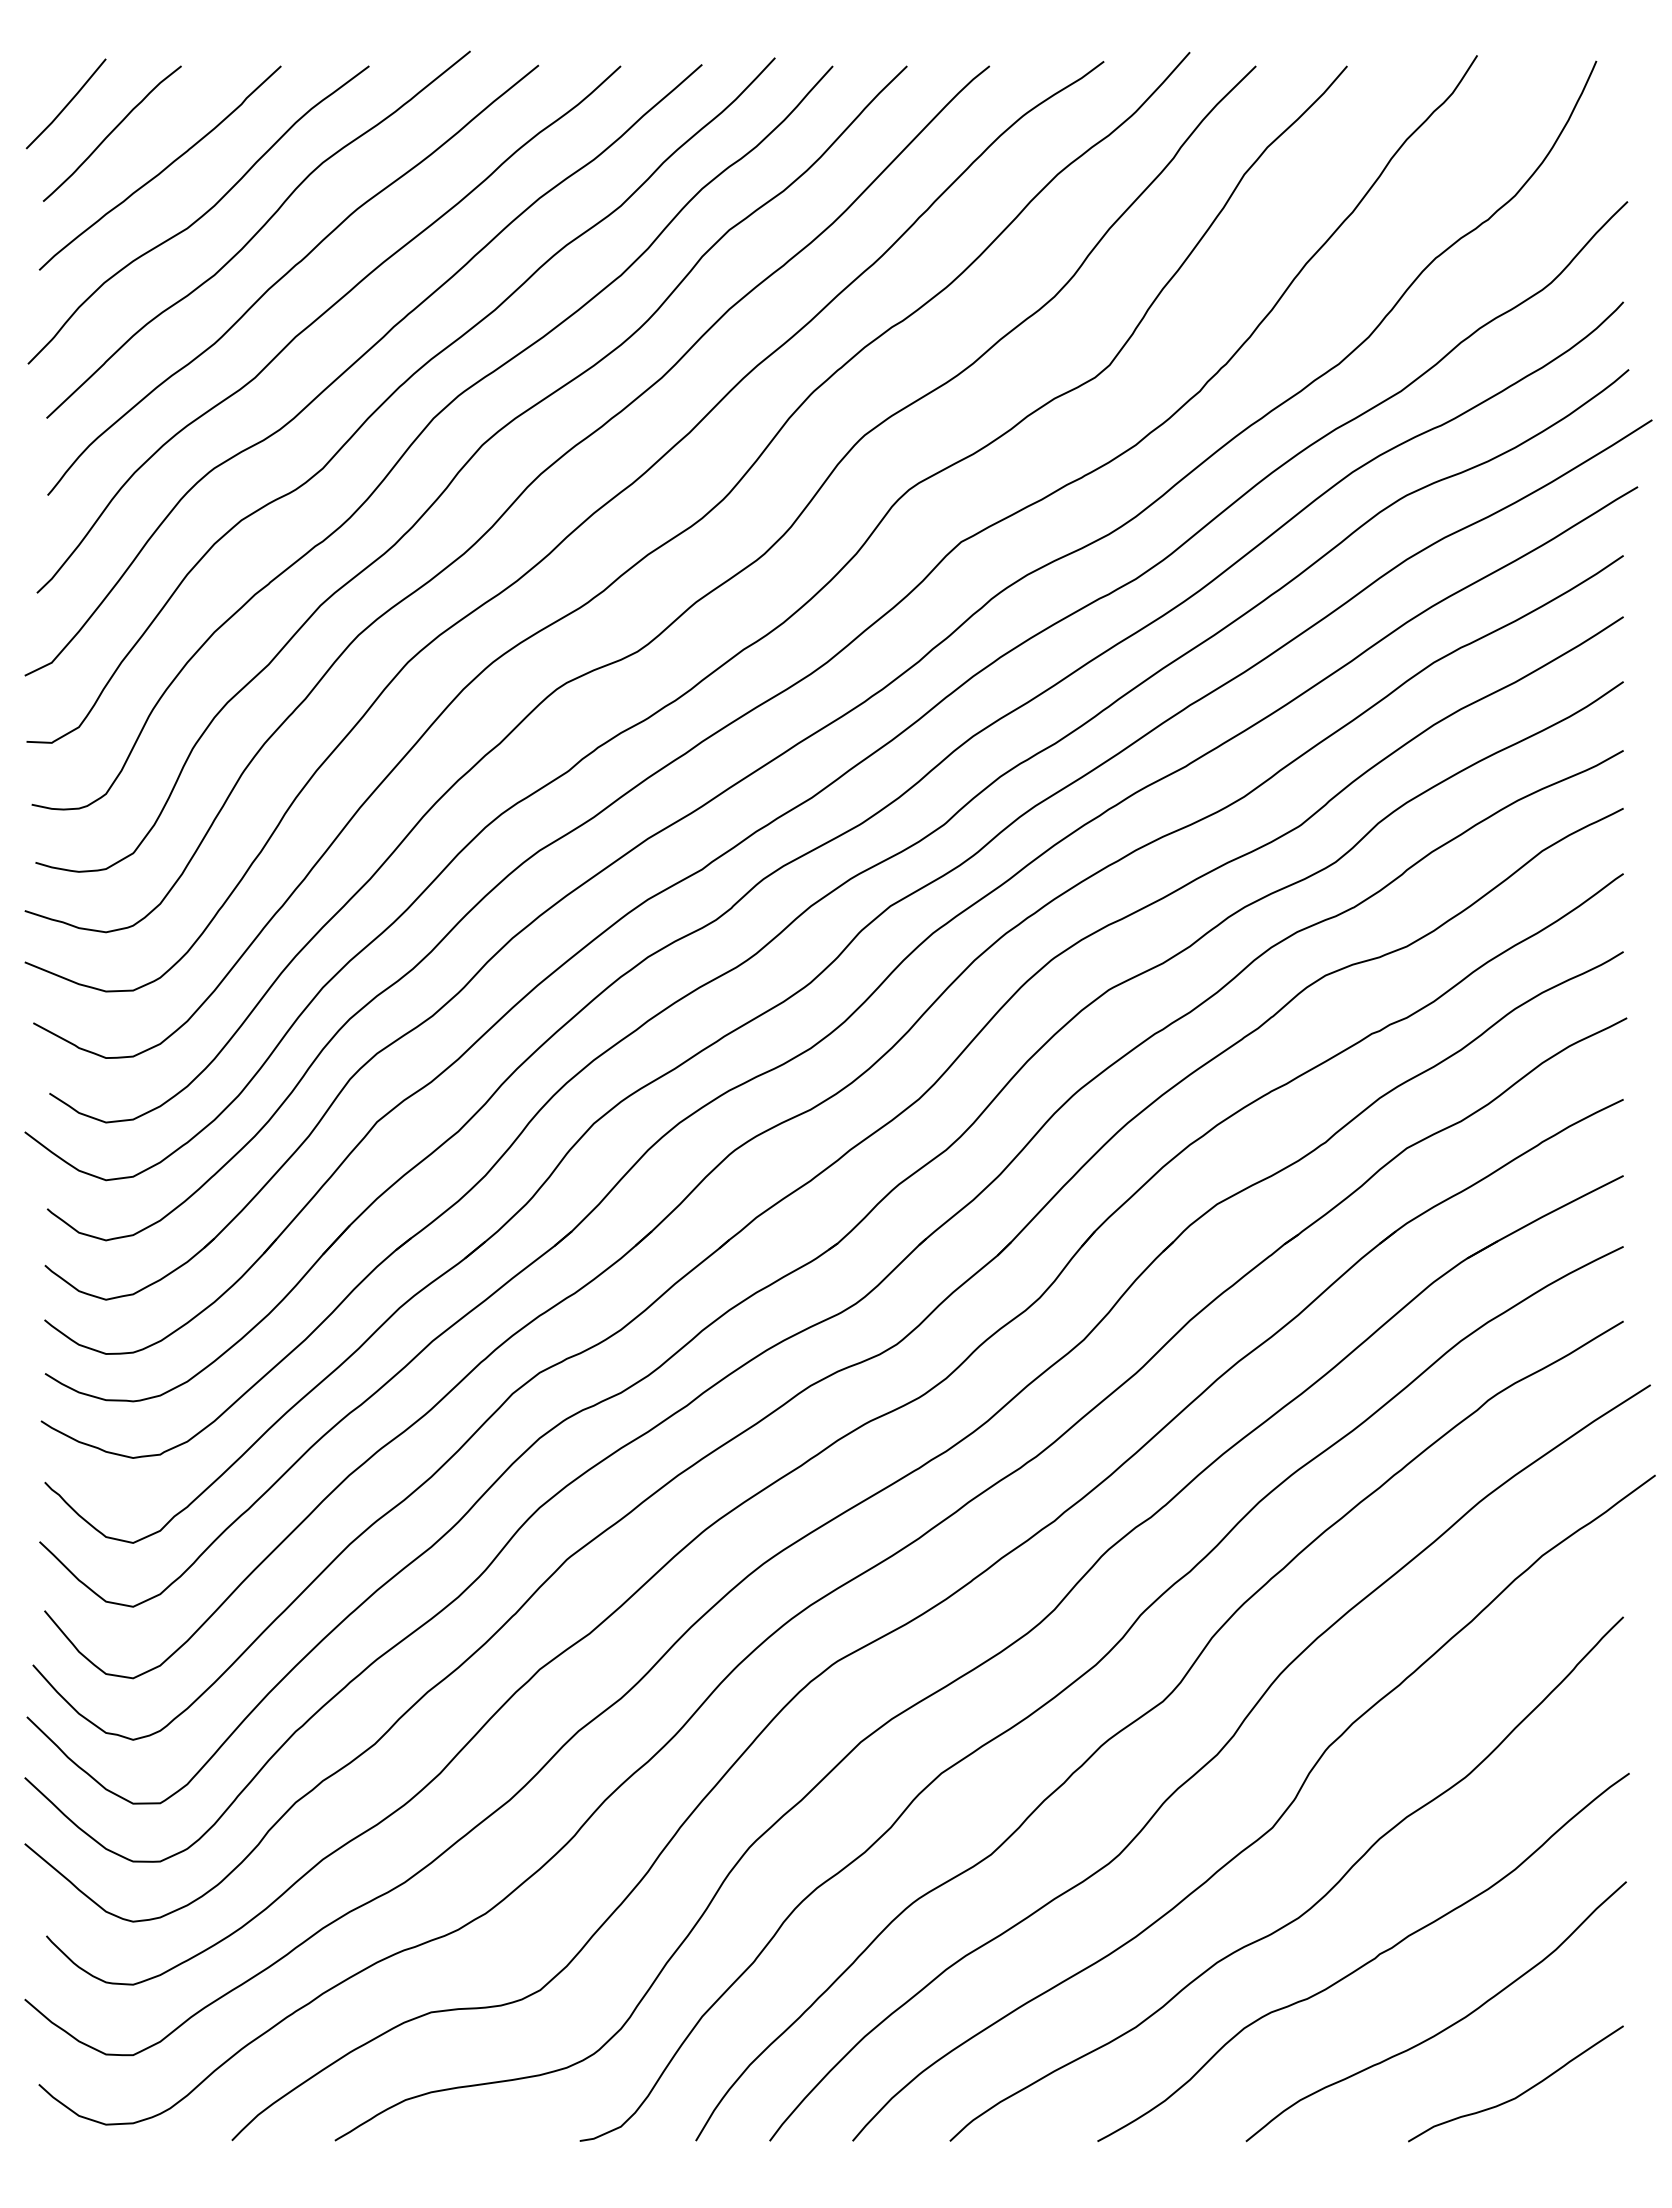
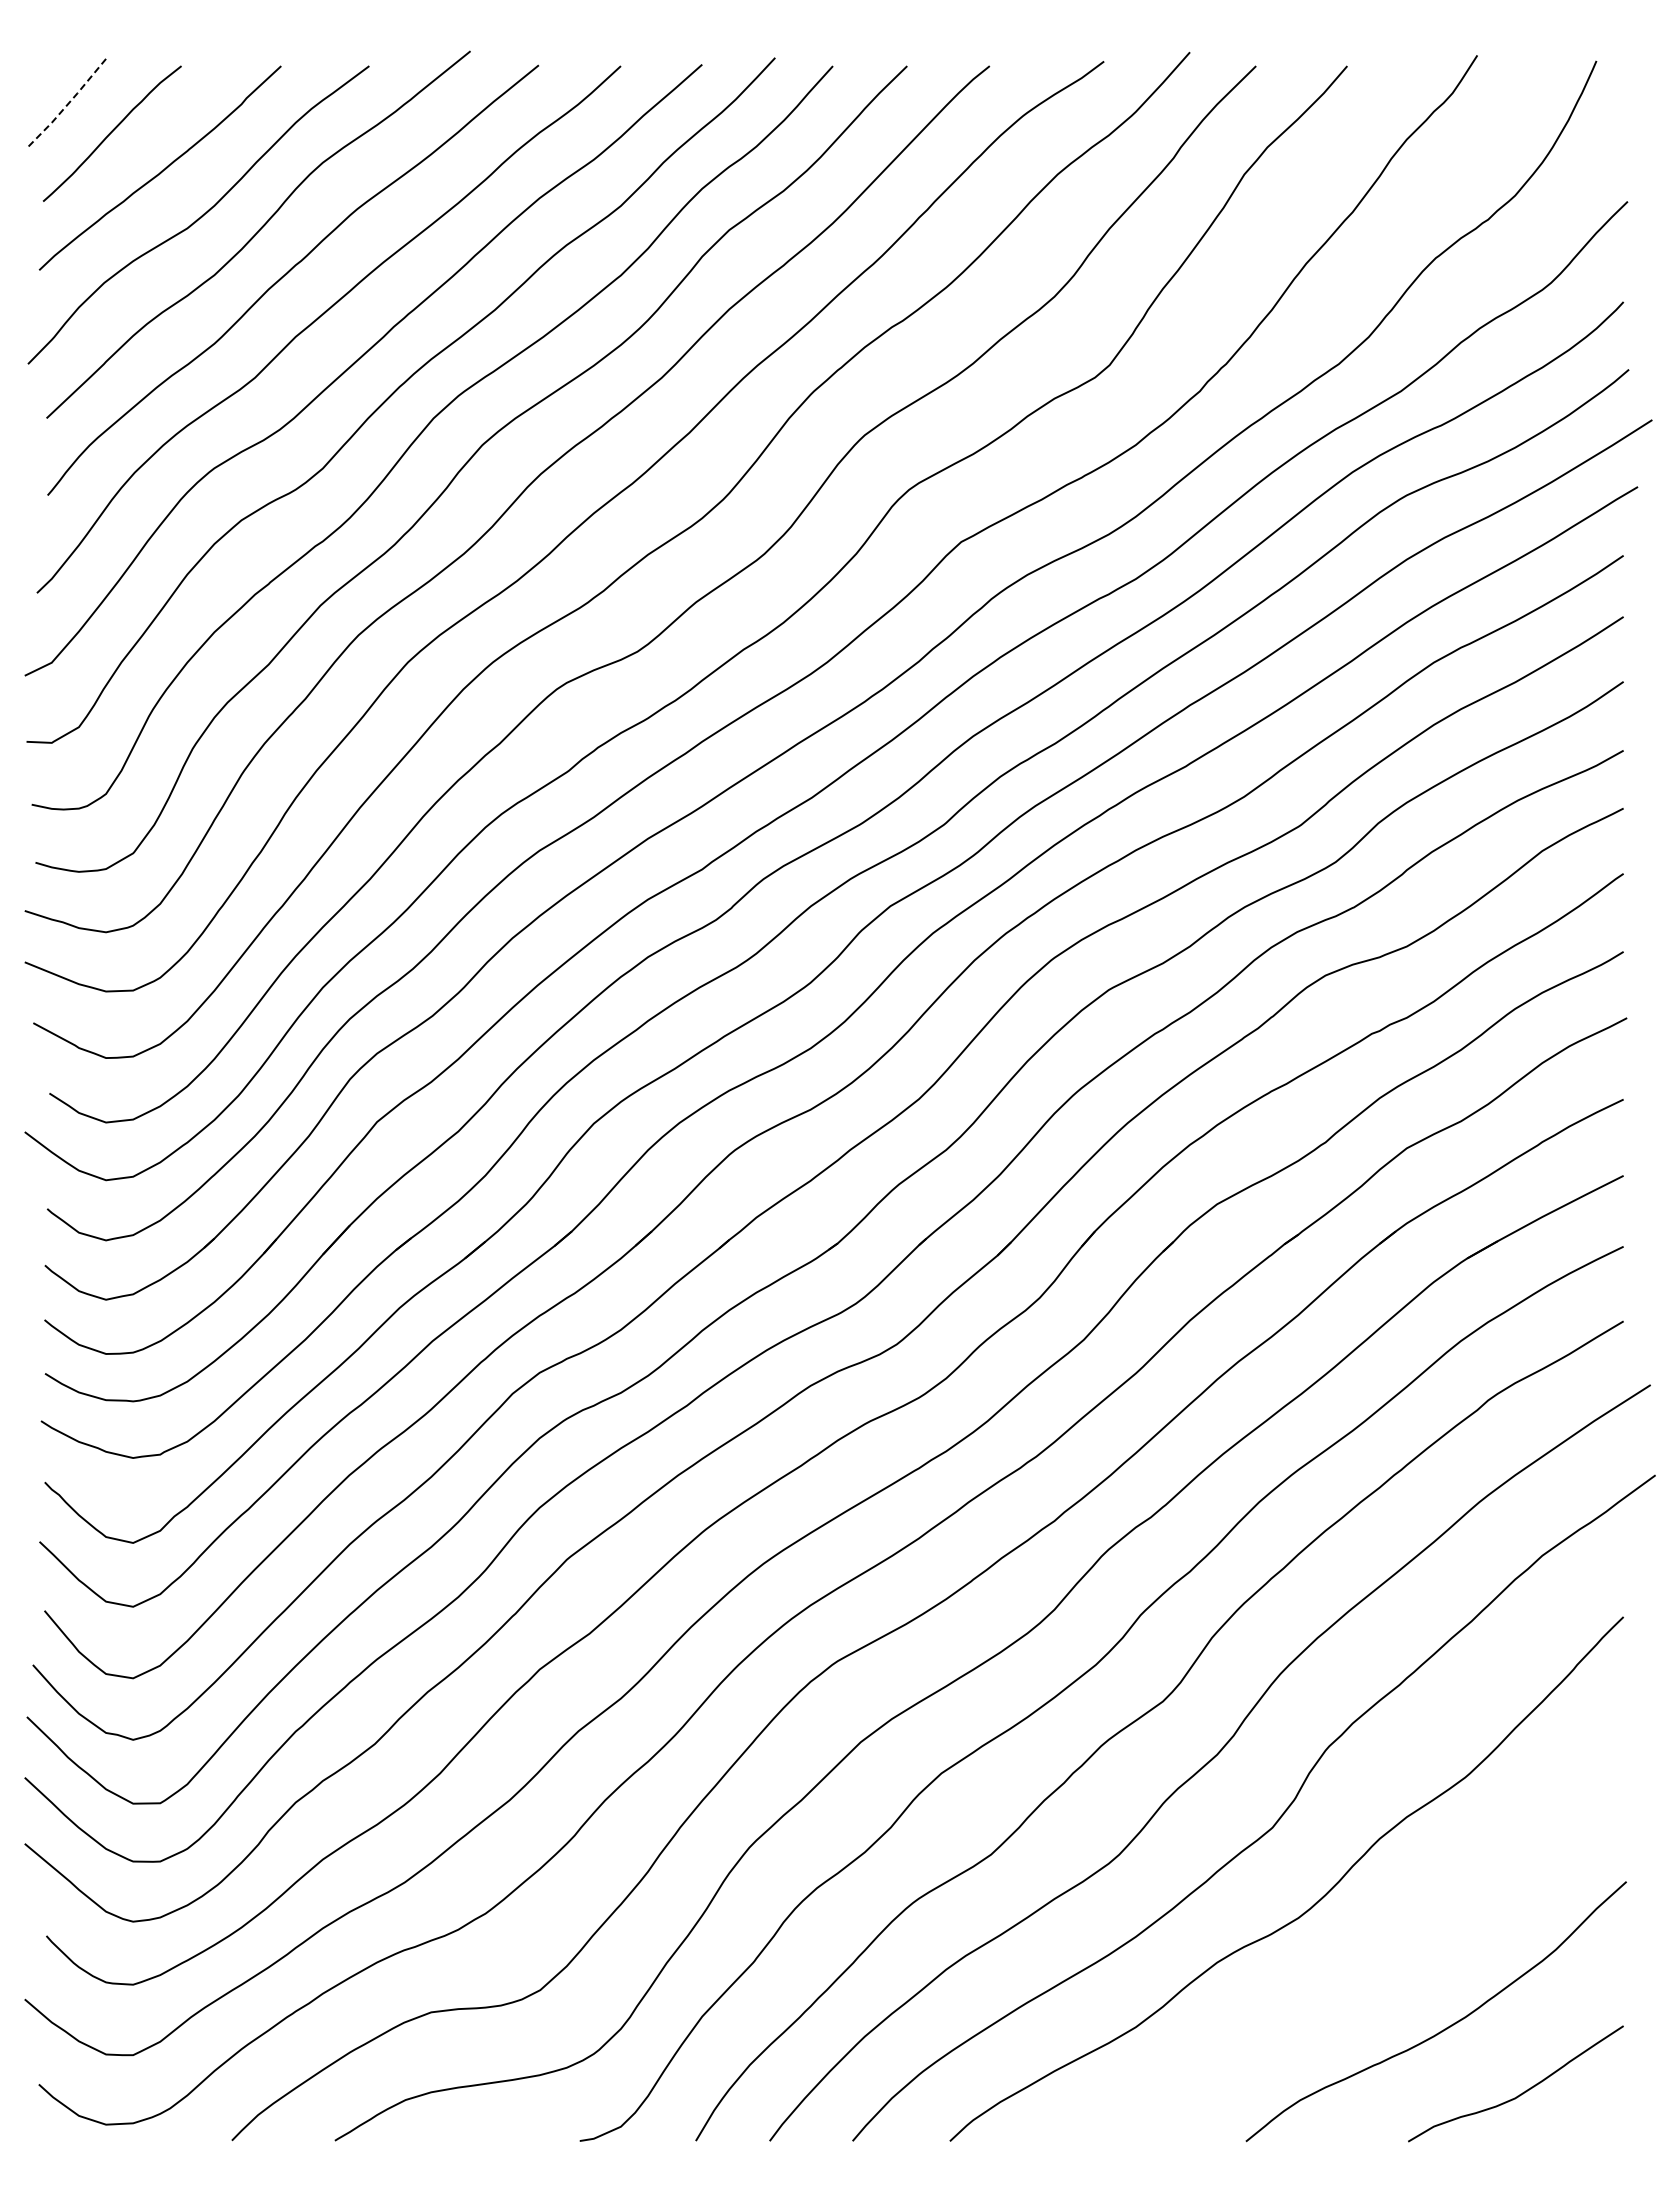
line at (67, 105): solid -> dashed
curve at (1366, 1962): present -> none
